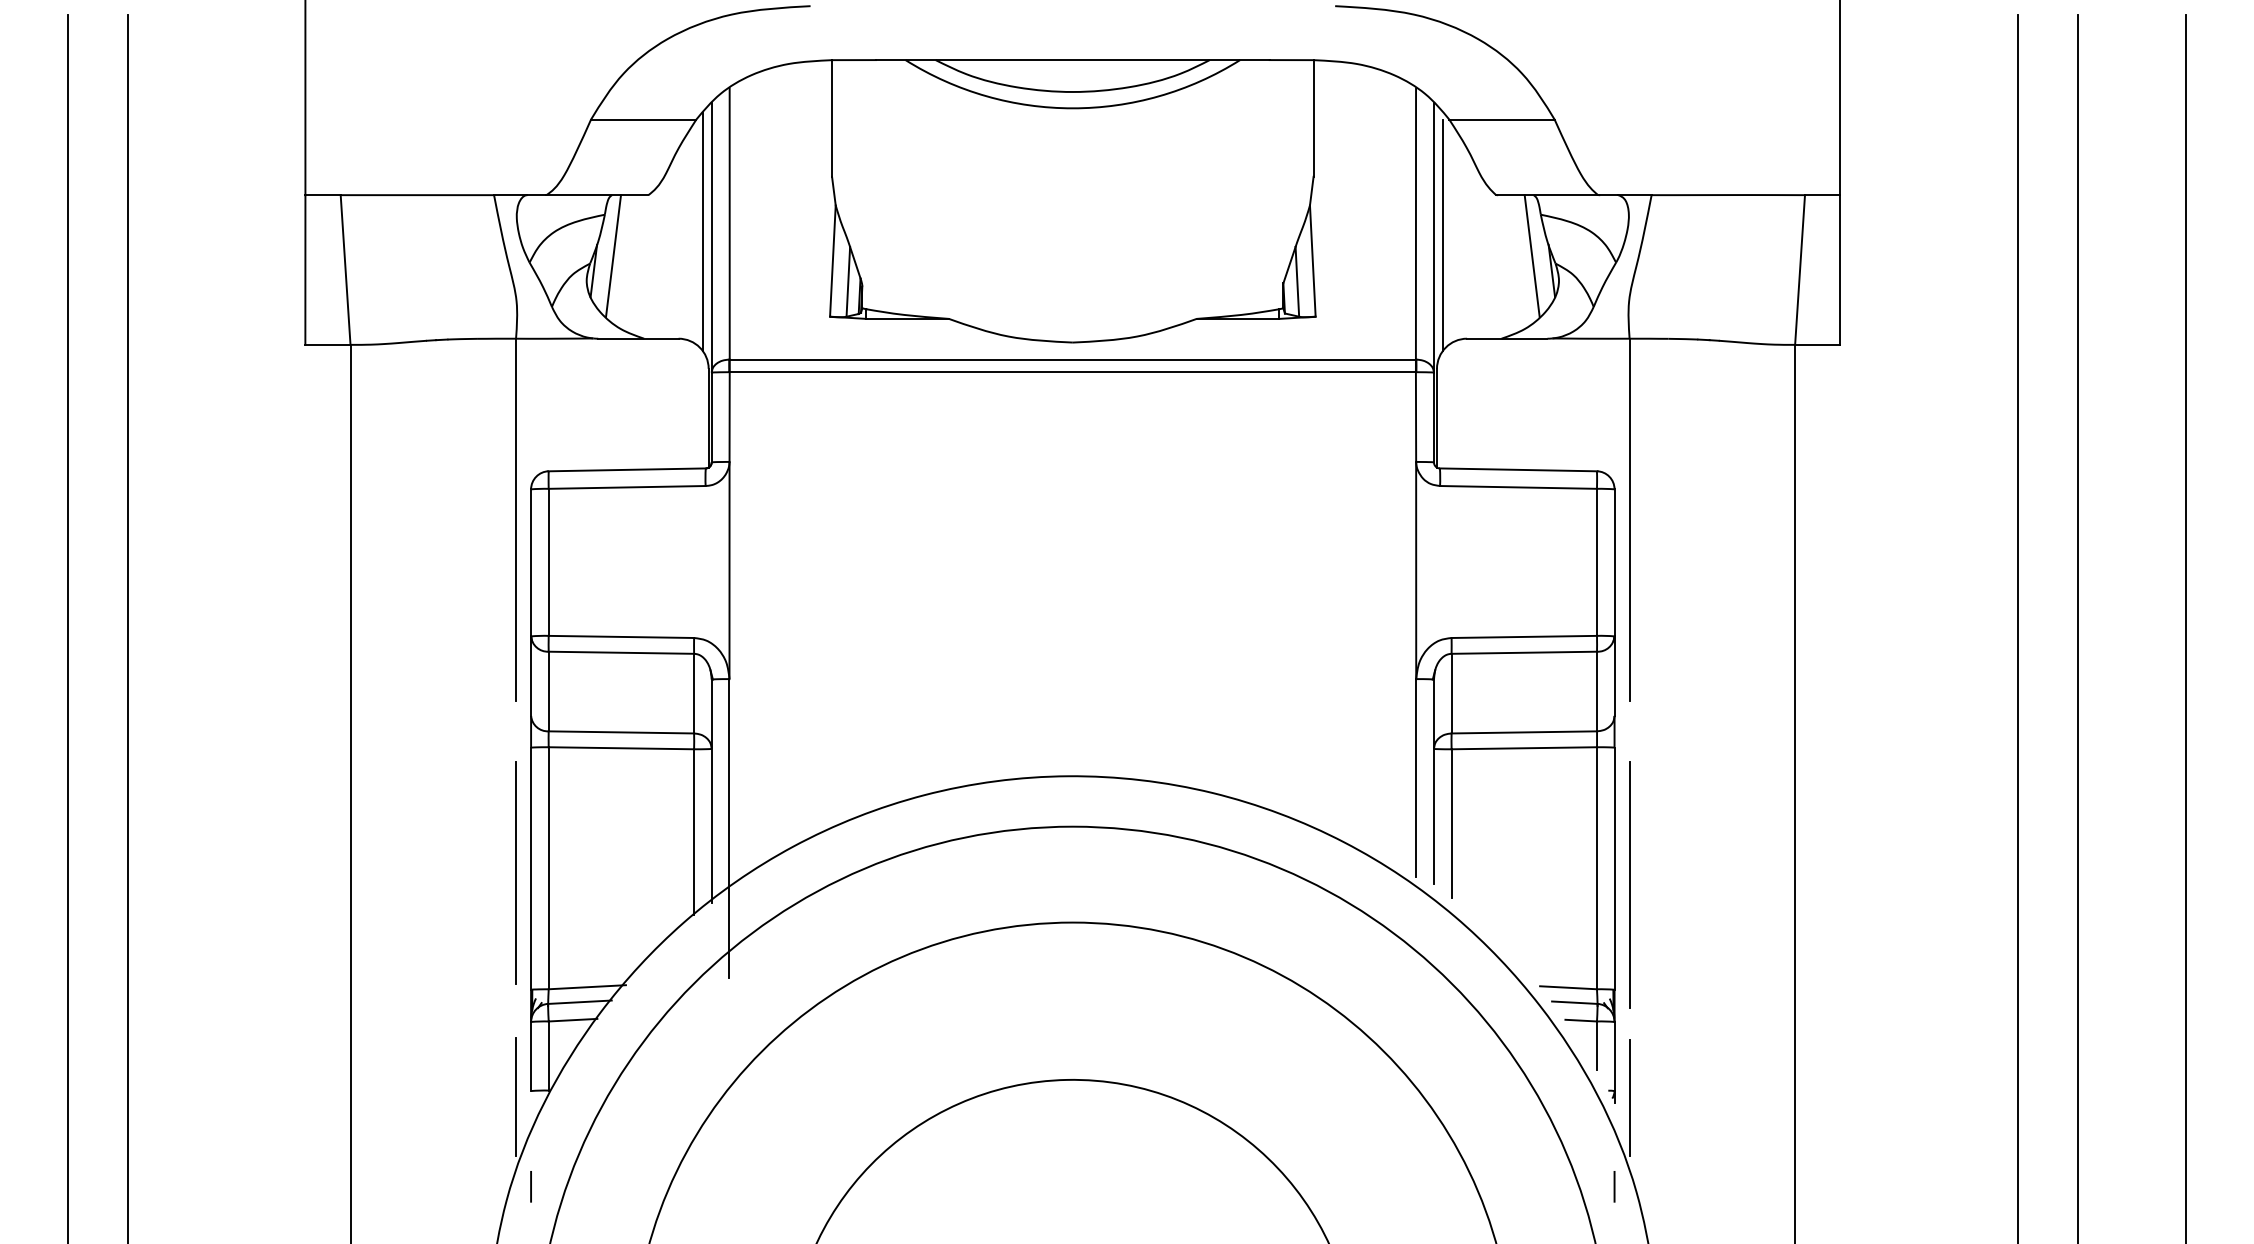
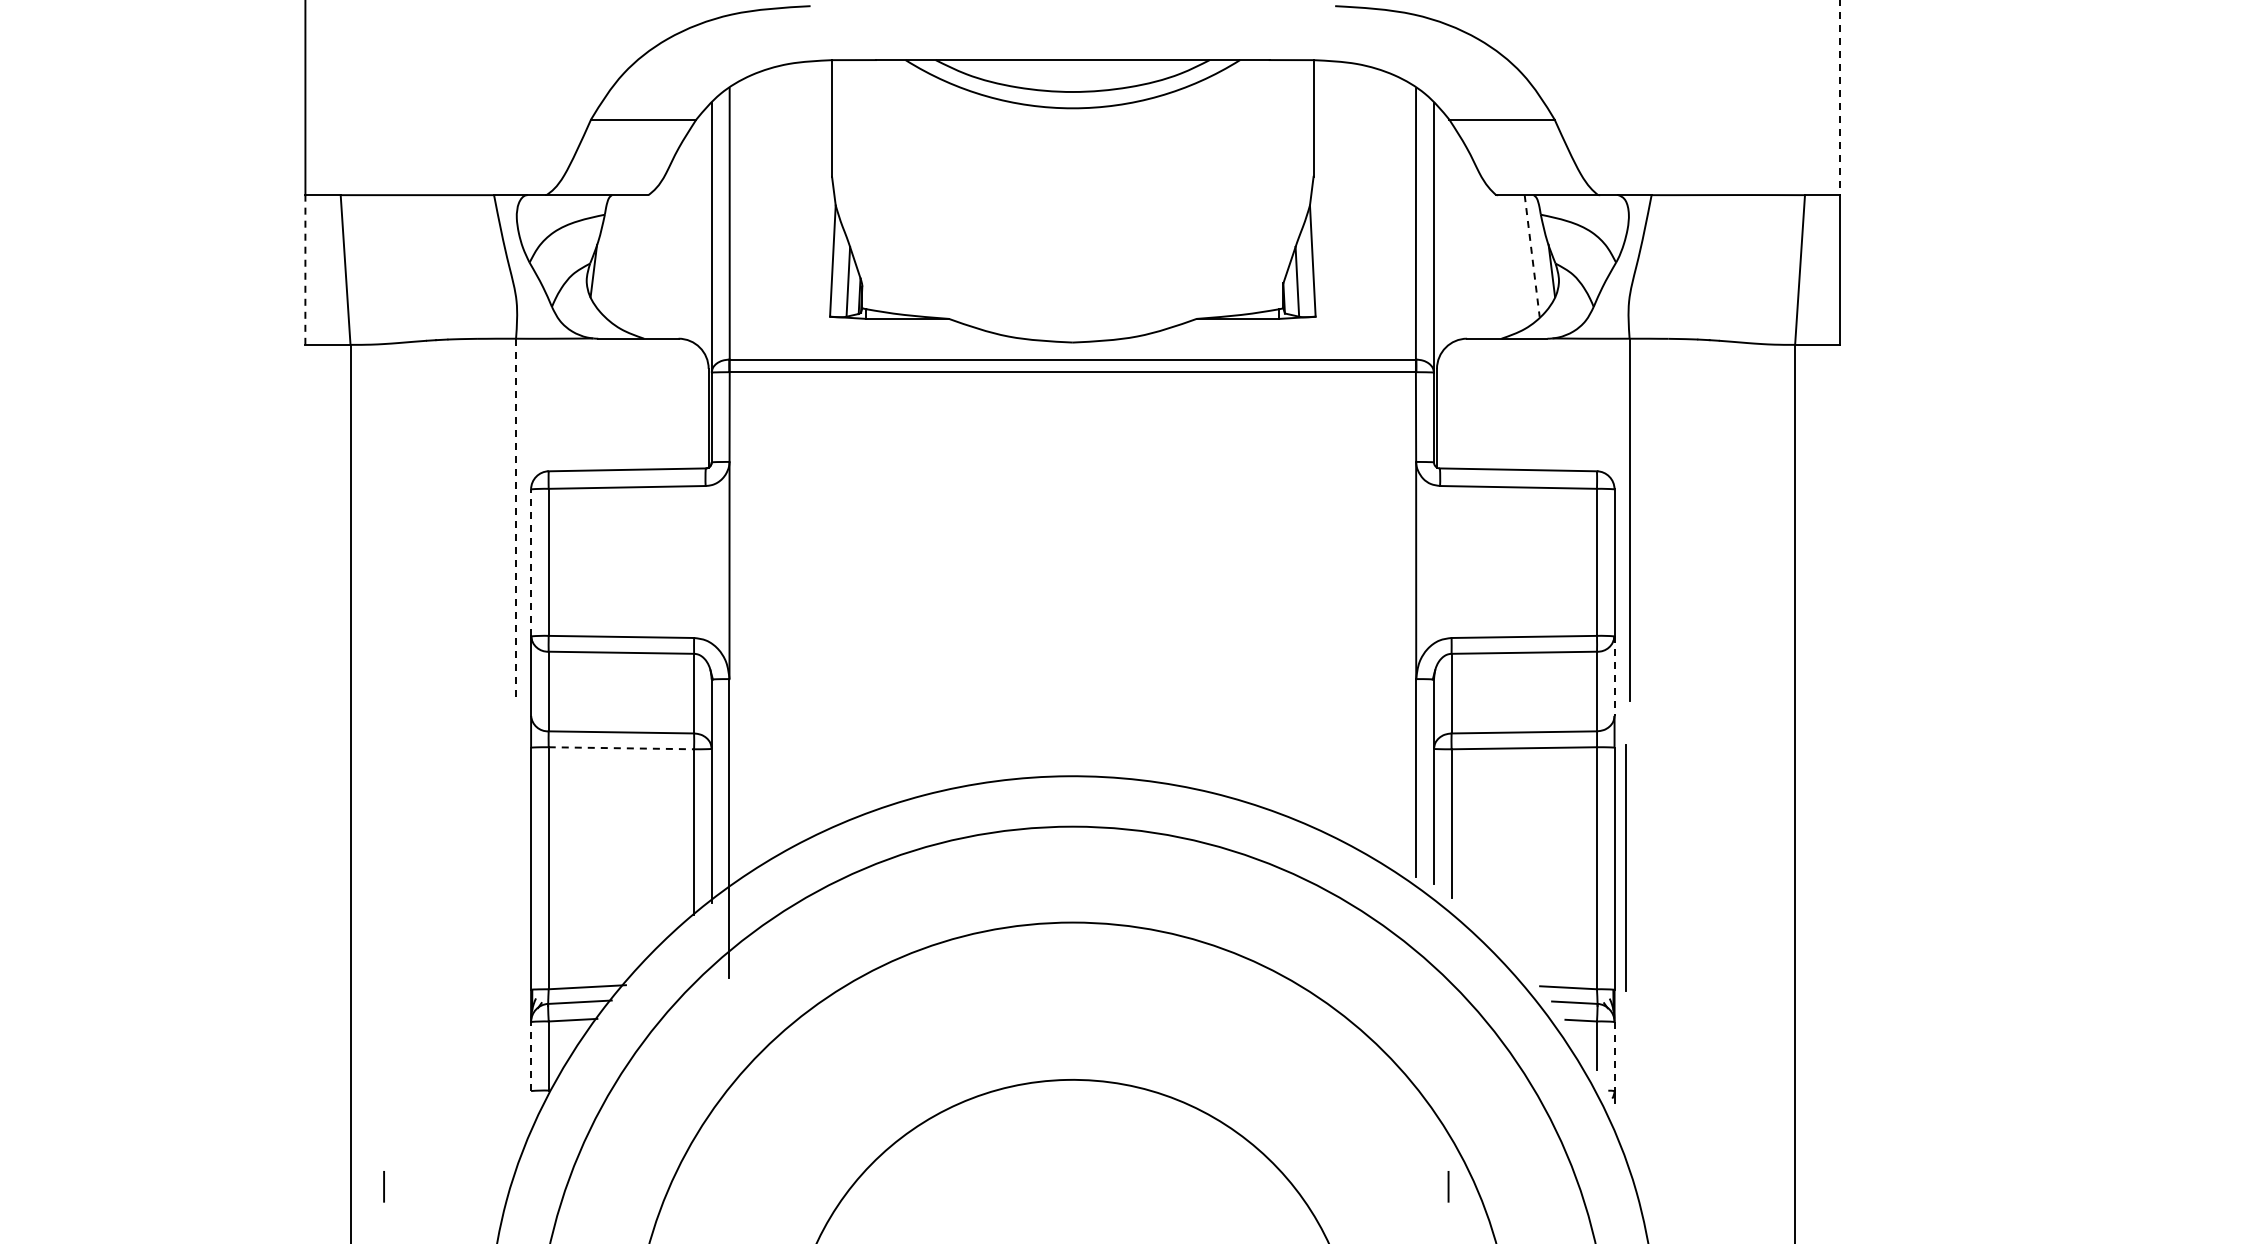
line at (1840, 98): solid -> dashed
line at (702, 231): present -> none
line at (1442, 235): present -> none
line at (613, 255): present -> none
line at (1532, 256): solid -> dashed
line at (305, 270): solid -> dashed
line at (516, 520): solid -> dashed
line at (531, 562): solid -> dashed
line at (67, 627): present -> none
line at (127, 627): present -> none
line at (2017, 627): present -> none
line at (2078, 627): present -> none
line at (2186, 627): present -> none
line at (1614, 676): solid -> dashed
line at (621, 748): solid -> dashed
line at (515, 872): present -> none
line at (1629, 884) position: (1629, 884) -> (1625, 867)
line at (531, 1056): solid -> dashed
line at (1614, 1056): solid -> dashed
line at (516, 1096): present -> none
line at (1629, 1097): present -> none
line at (530, 1186) position: (530, 1186) -> (383, 1186)
line at (1614, 1186) position: (1614, 1186) -> (1448, 1186)
